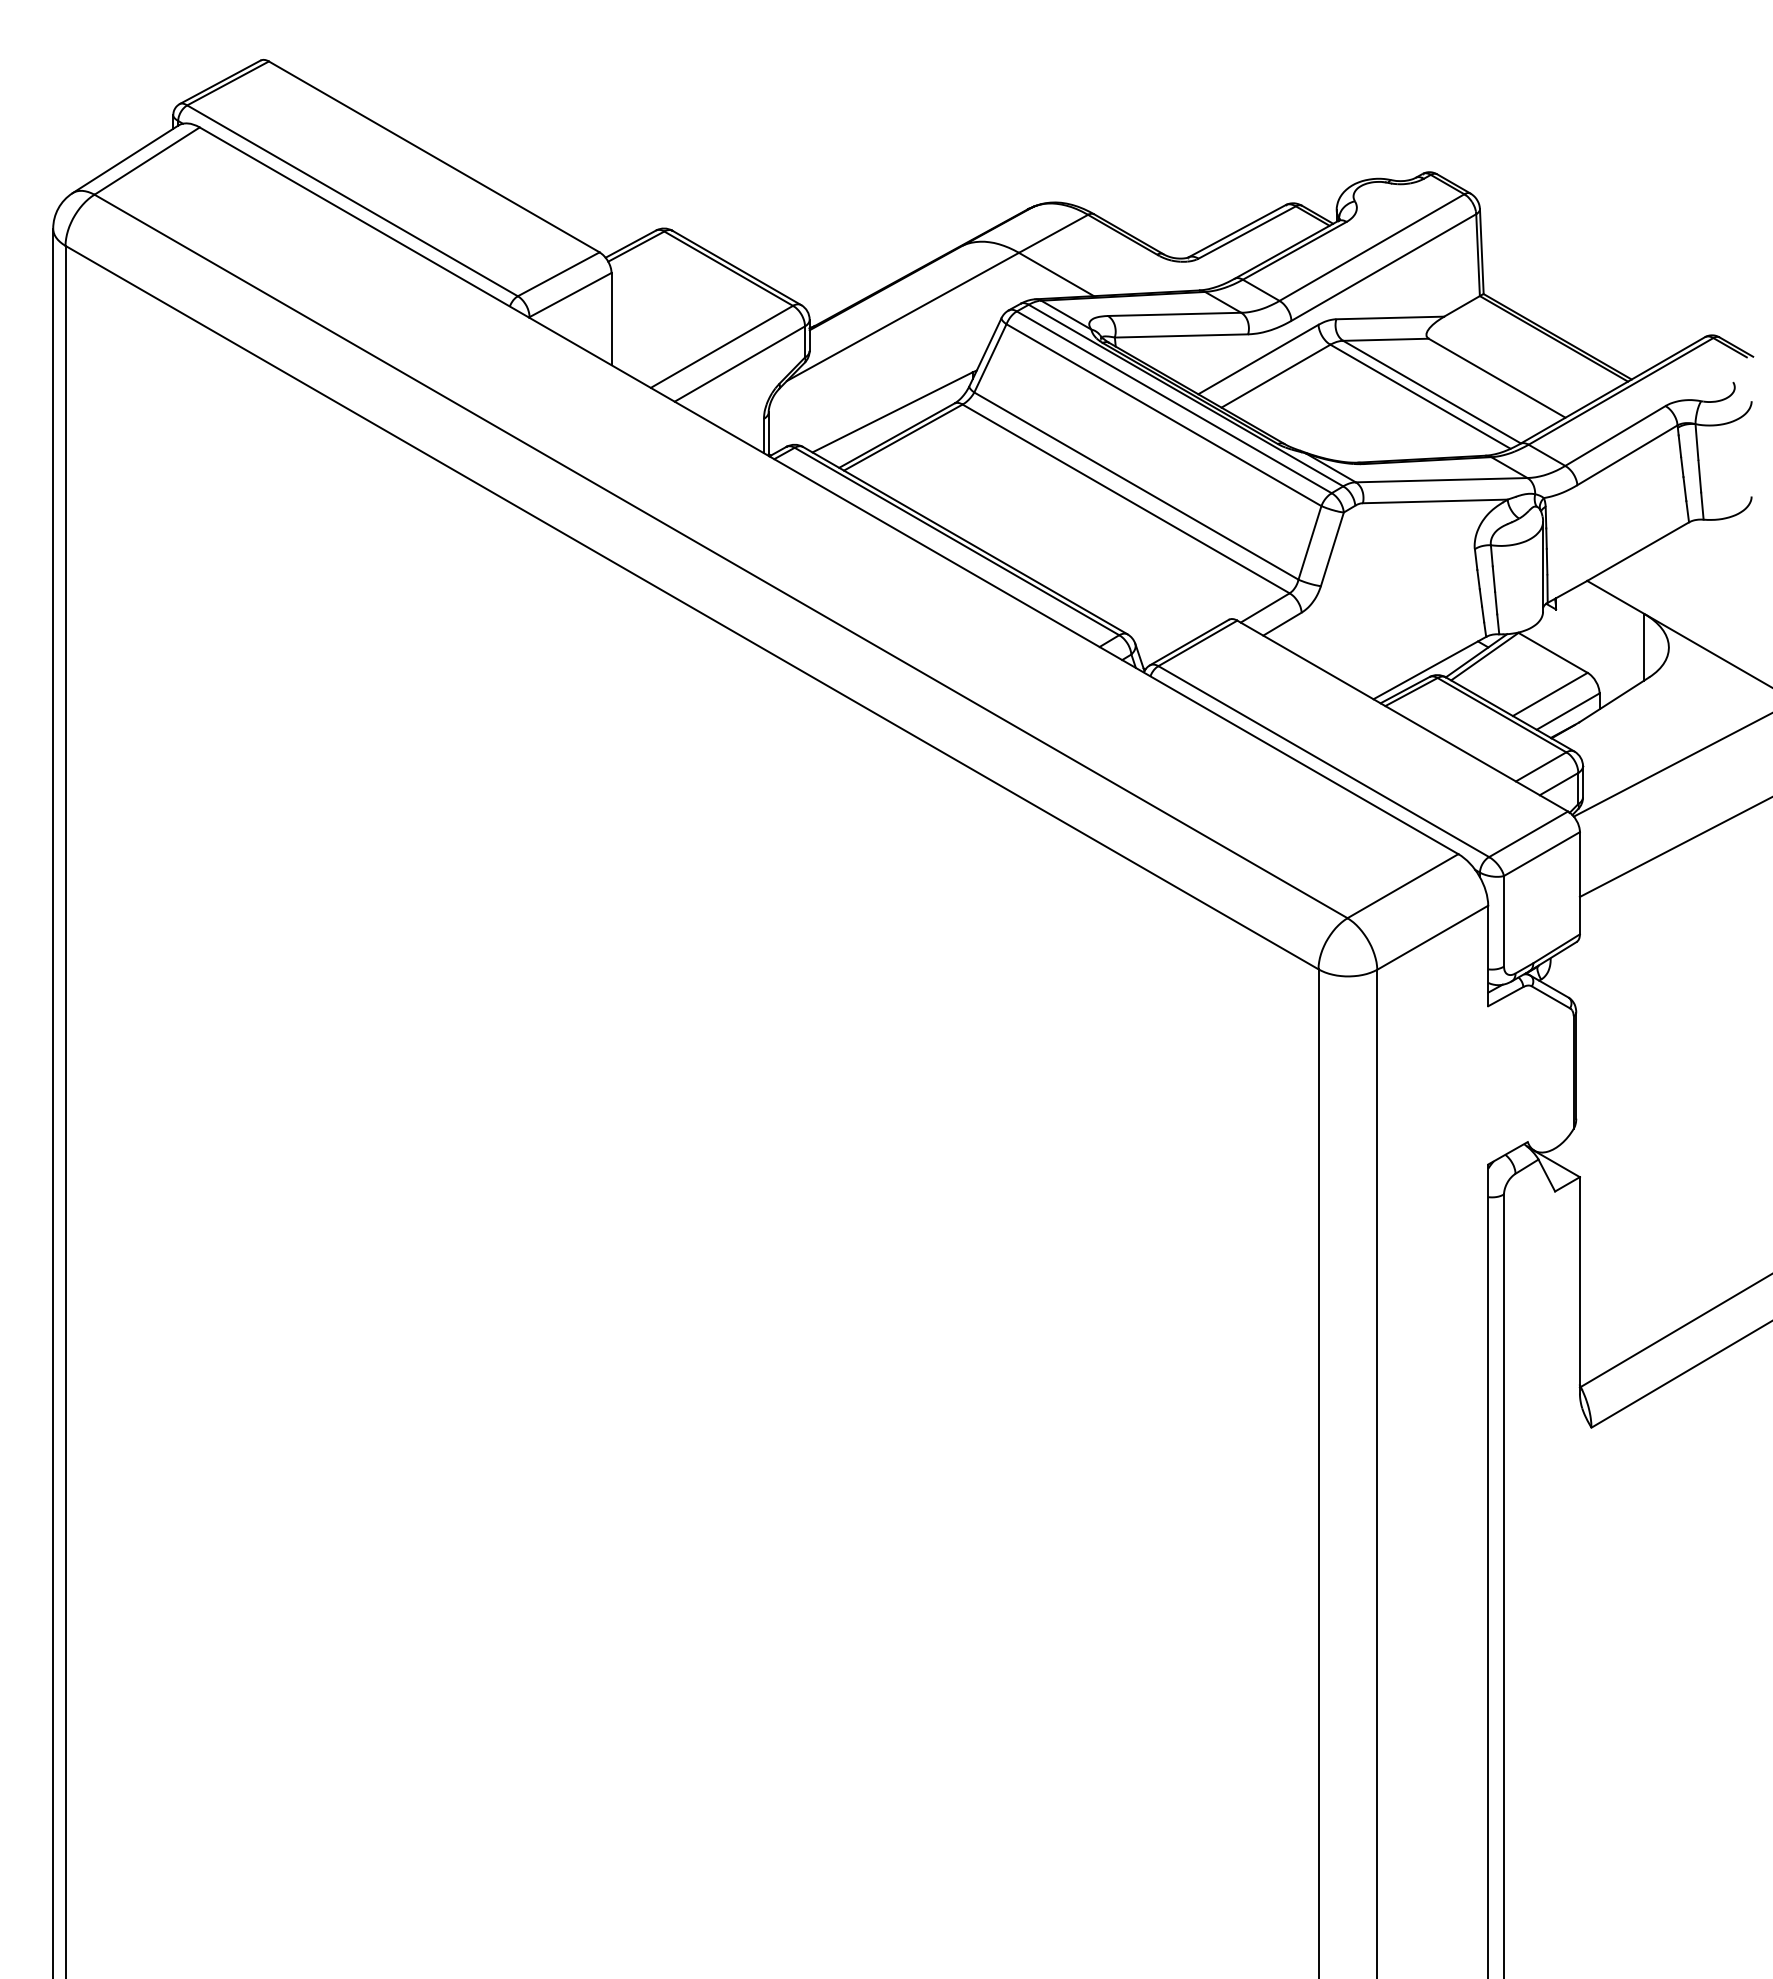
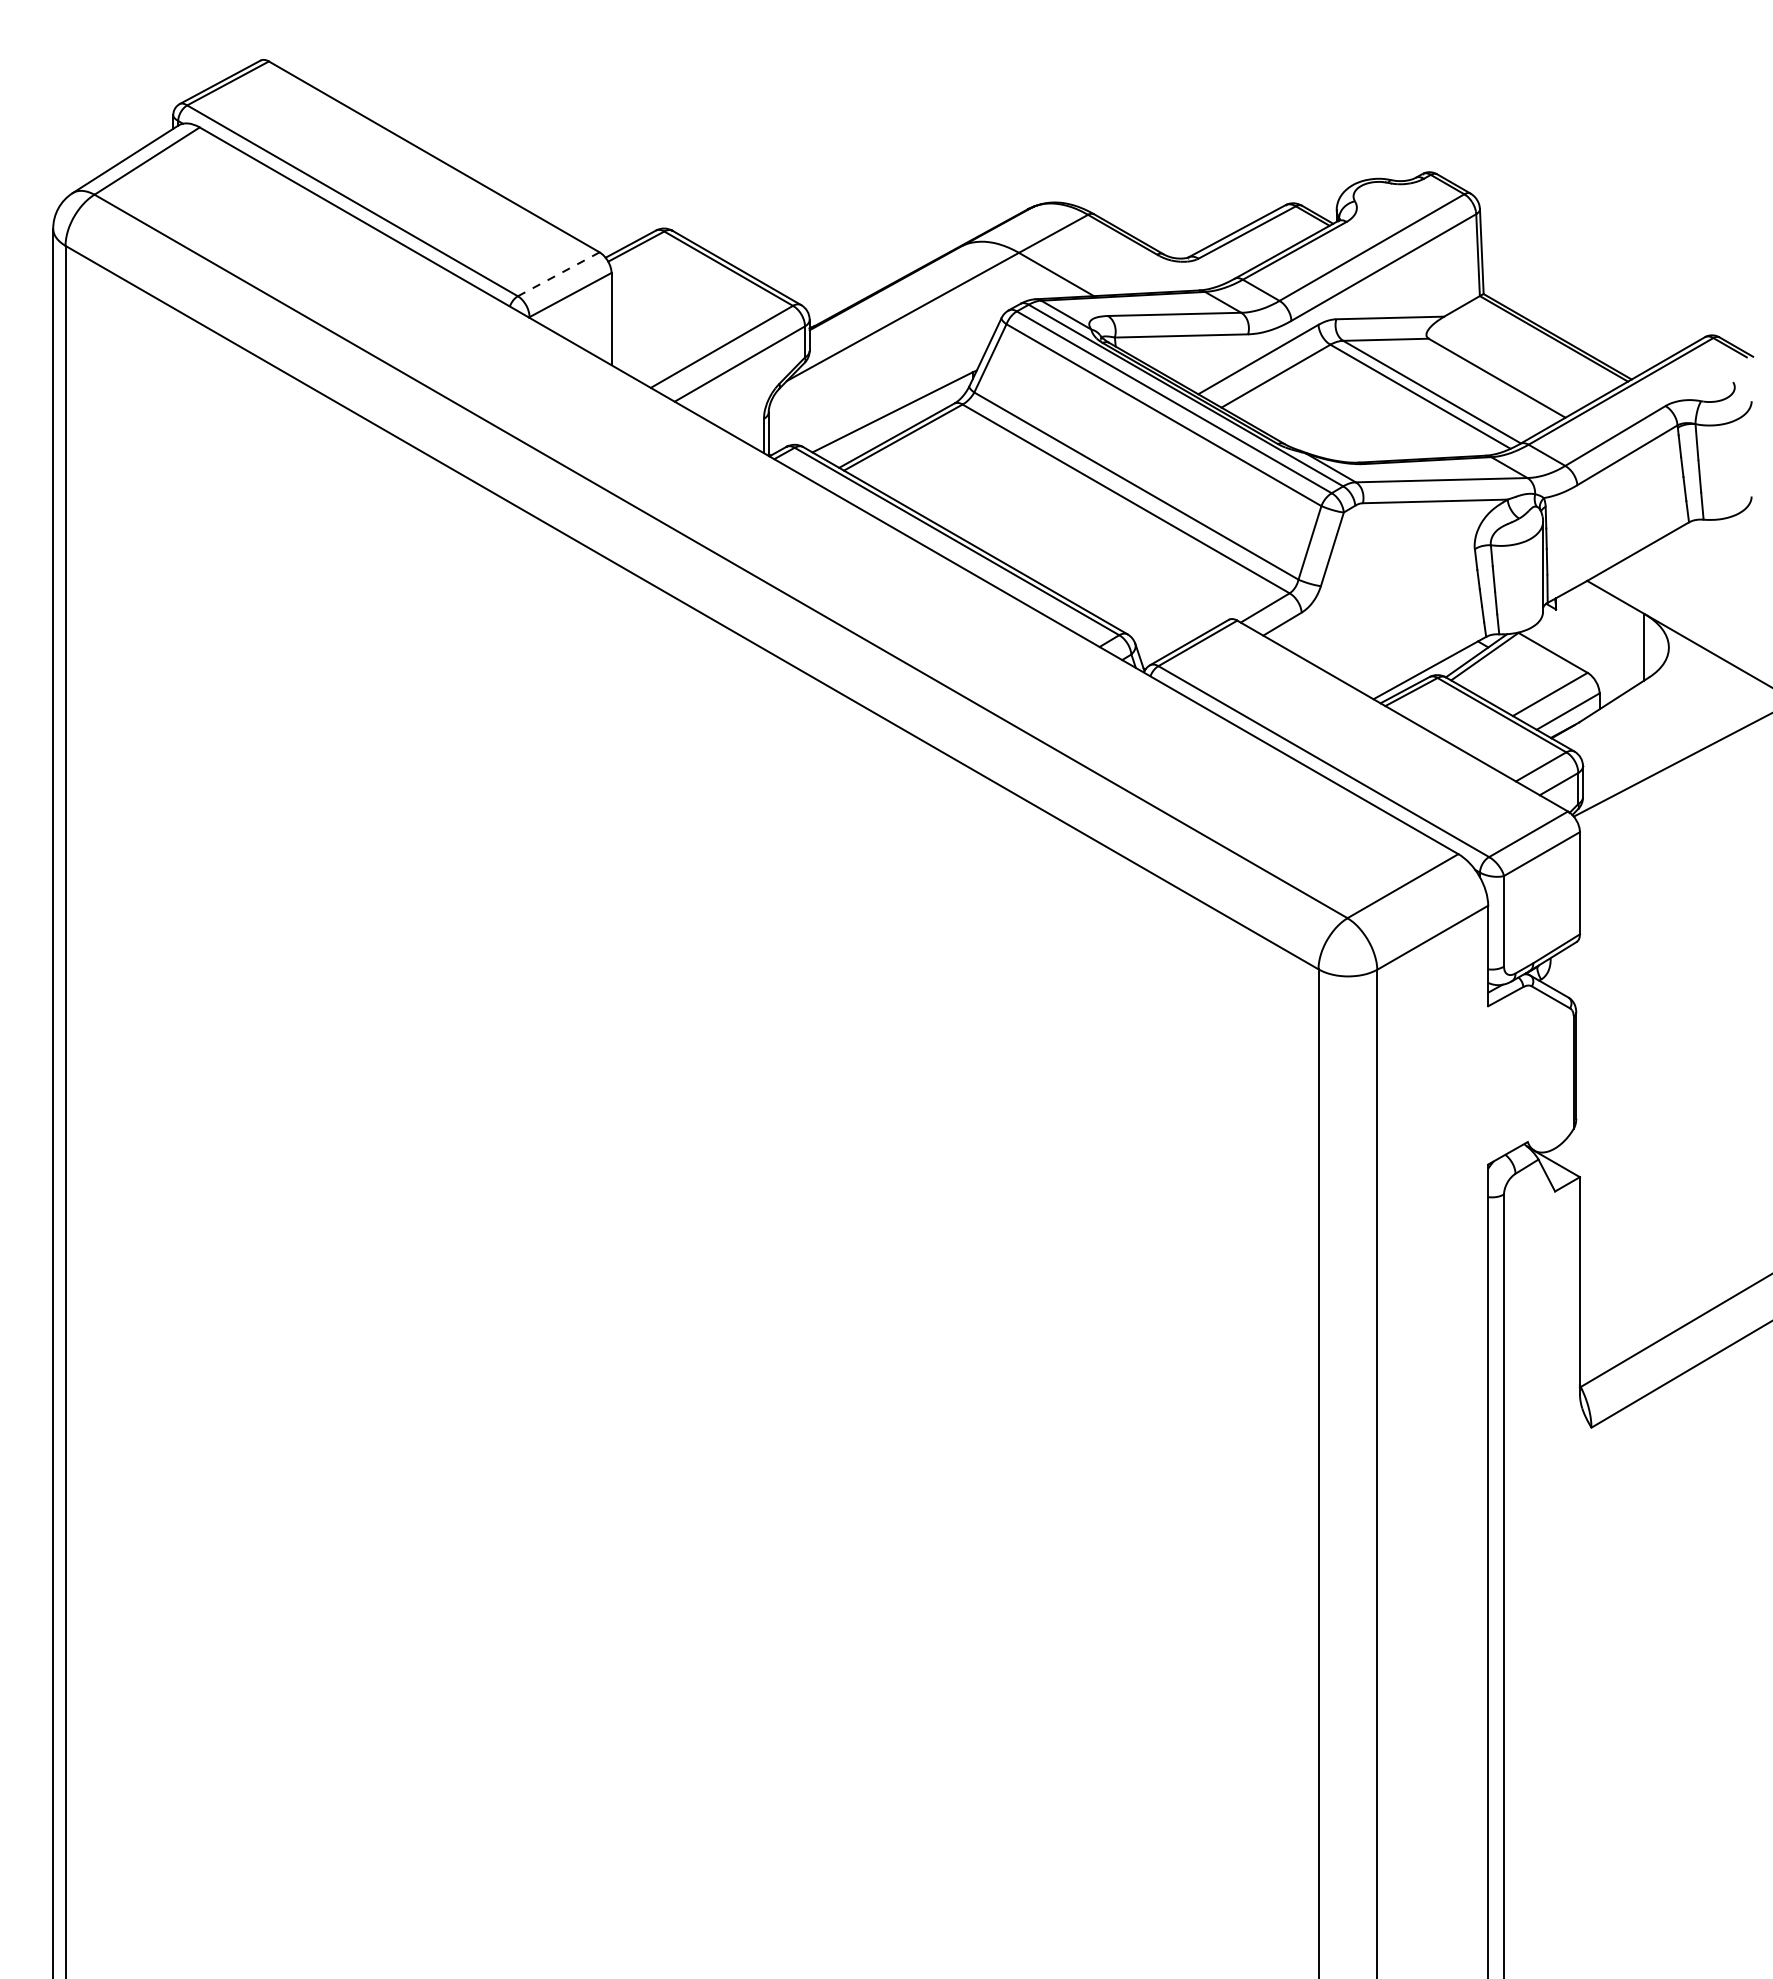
line at (559, 274): solid -> dashed
line at (1674, 847): present -> none
